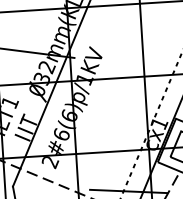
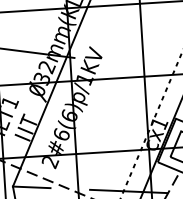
line at (31, 187): none -> present
